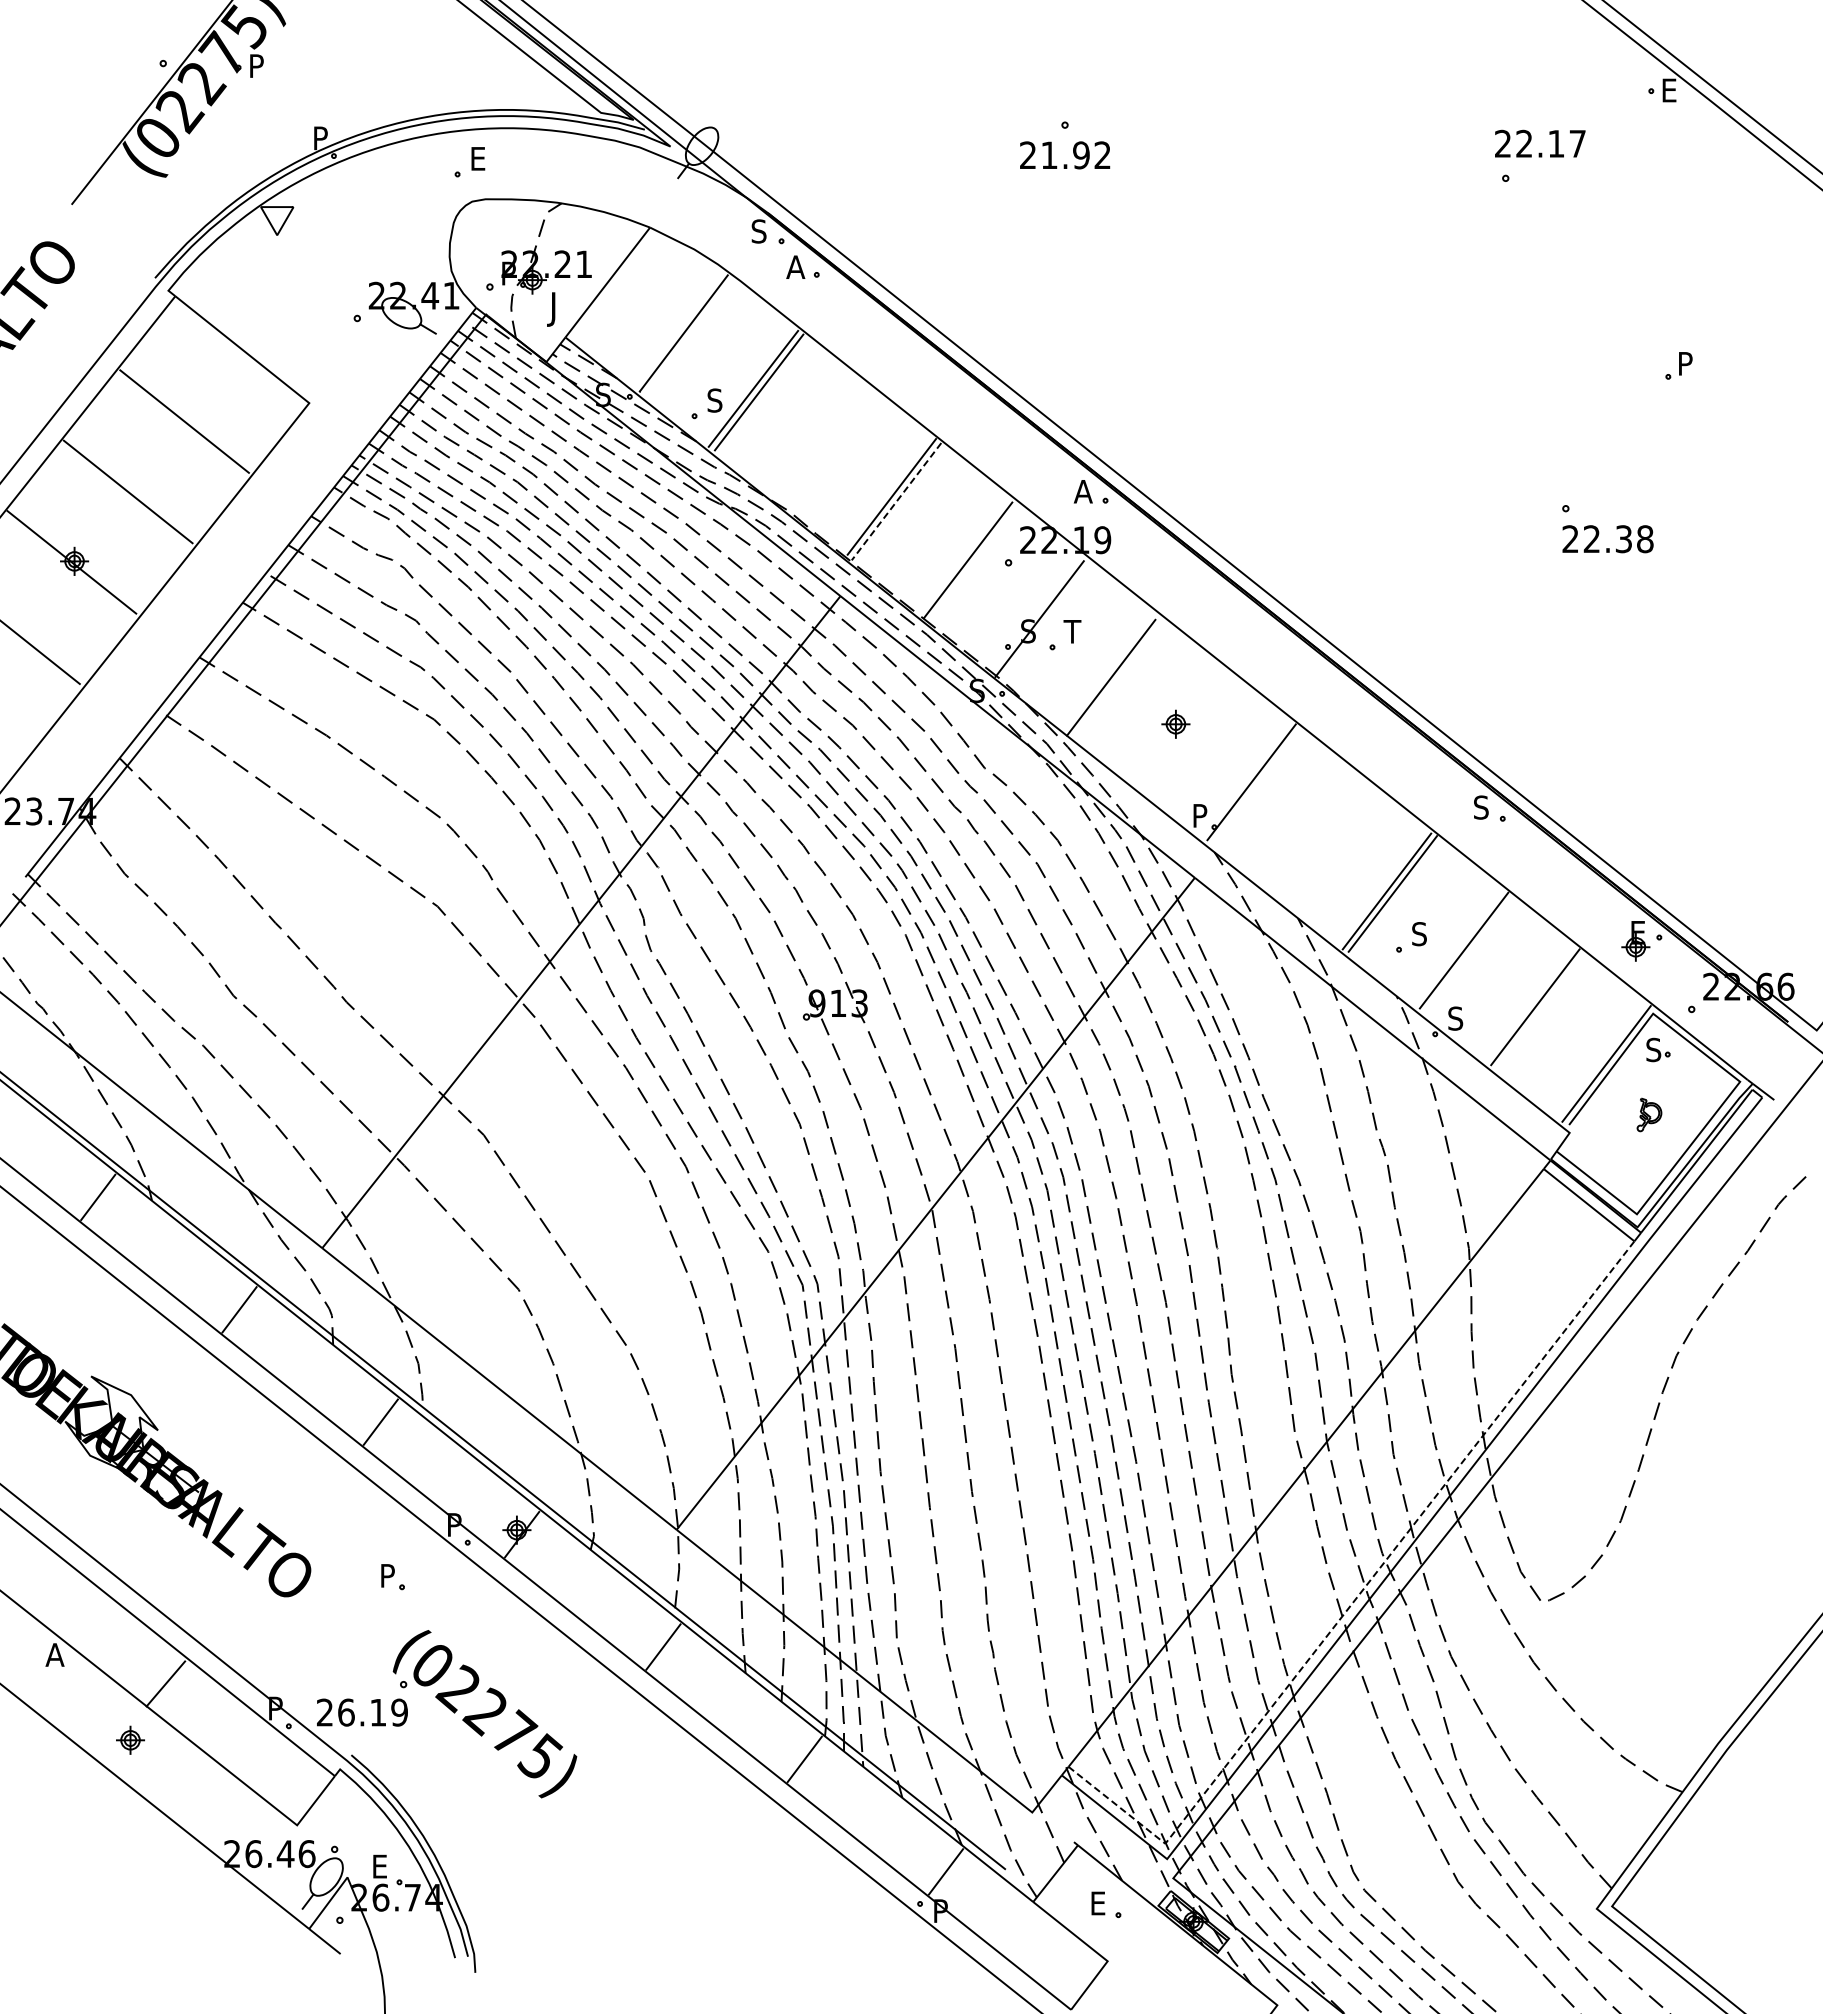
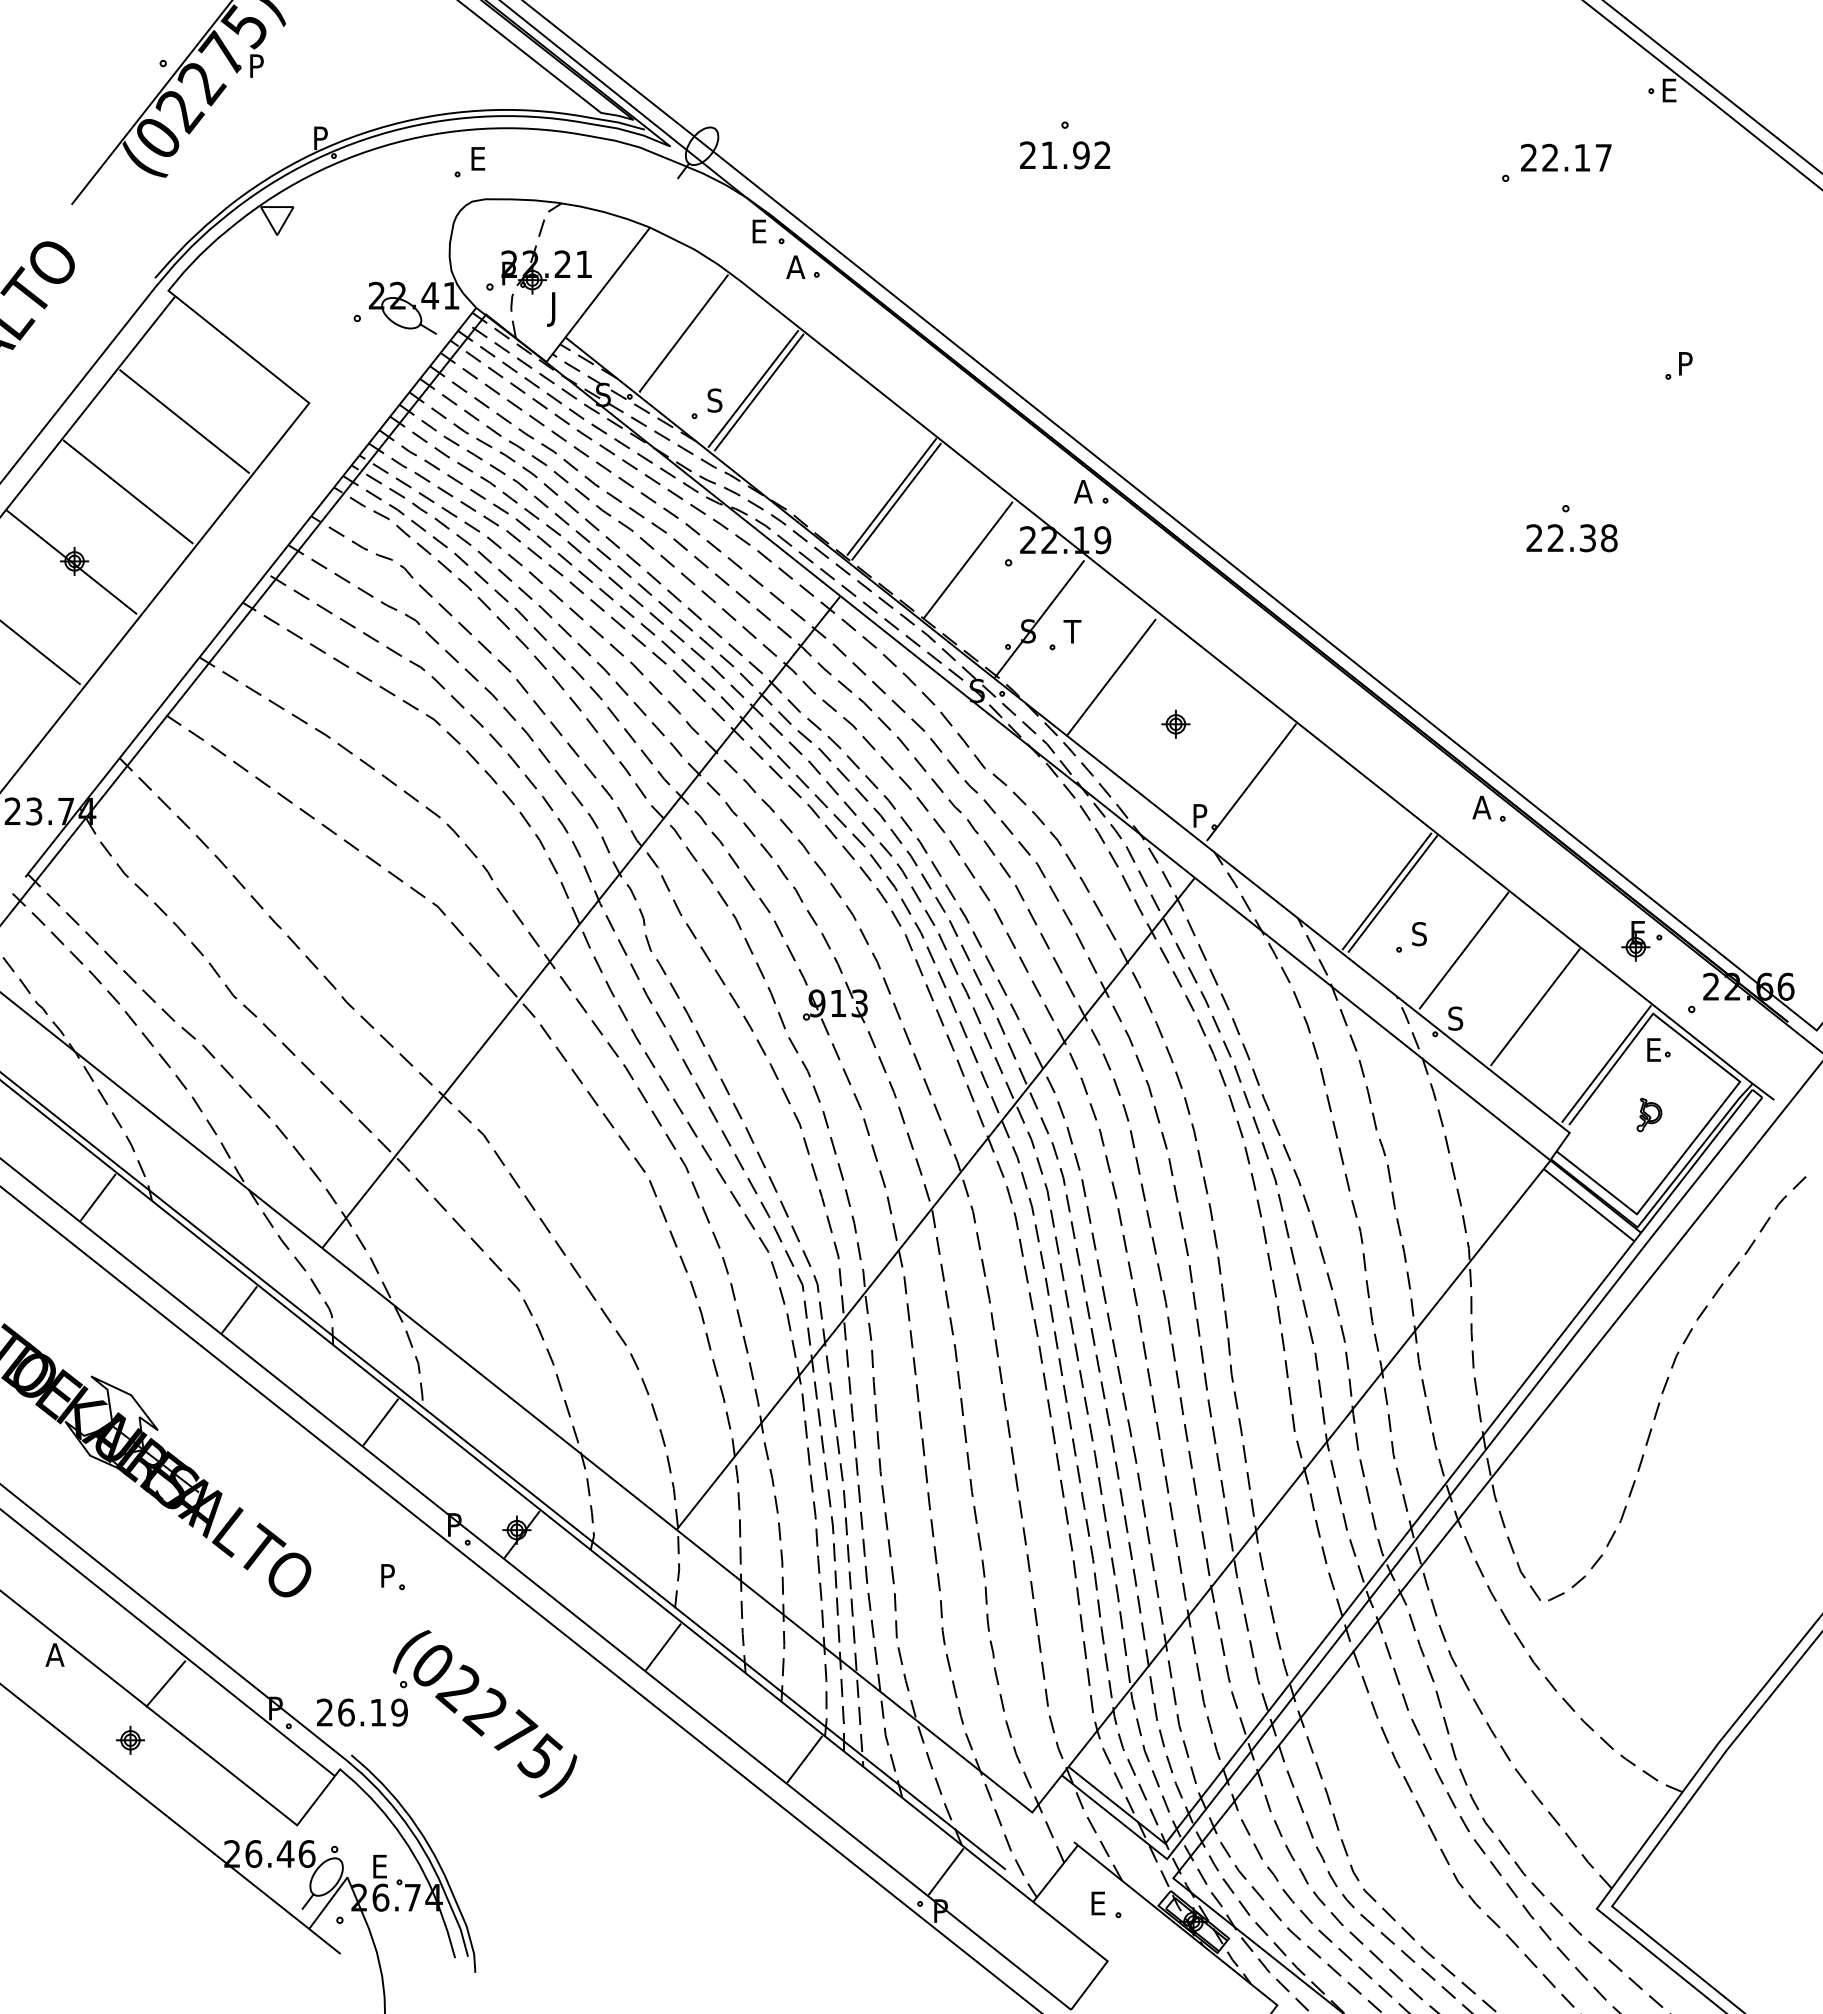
text at (1540, 143) position: (1540, 143) -> (1566, 157)
text at (758, 231): S -> E
line at (896, 501): dashed -> solid
text at (1607, 539) position: (1607, 539) -> (1571, 538)
text at (1481, 807): S -> A
text at (1653, 1049): S -> E
line at (1361, 1591): dashed -> solid
